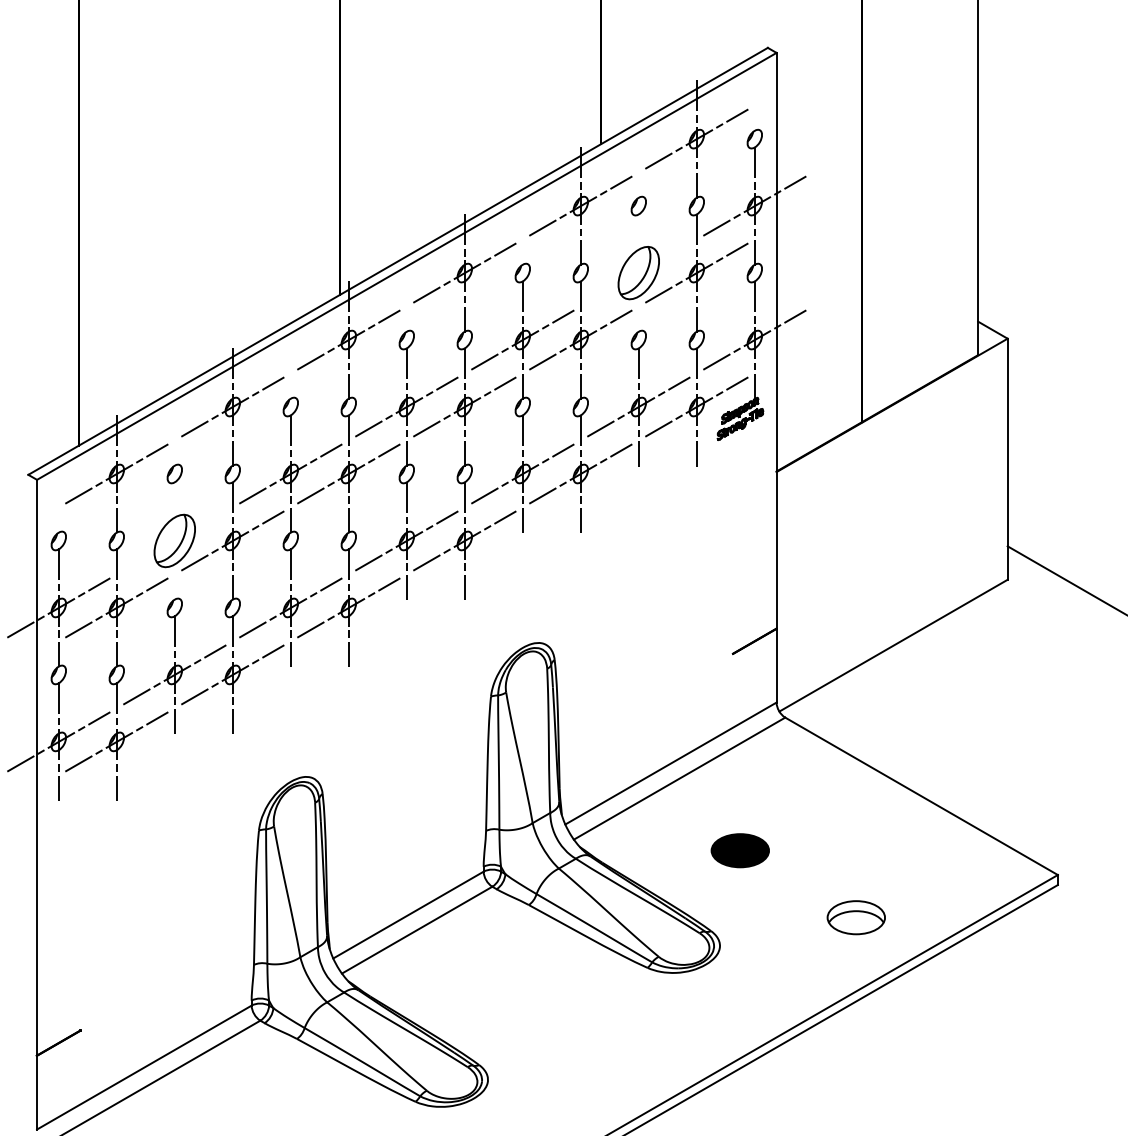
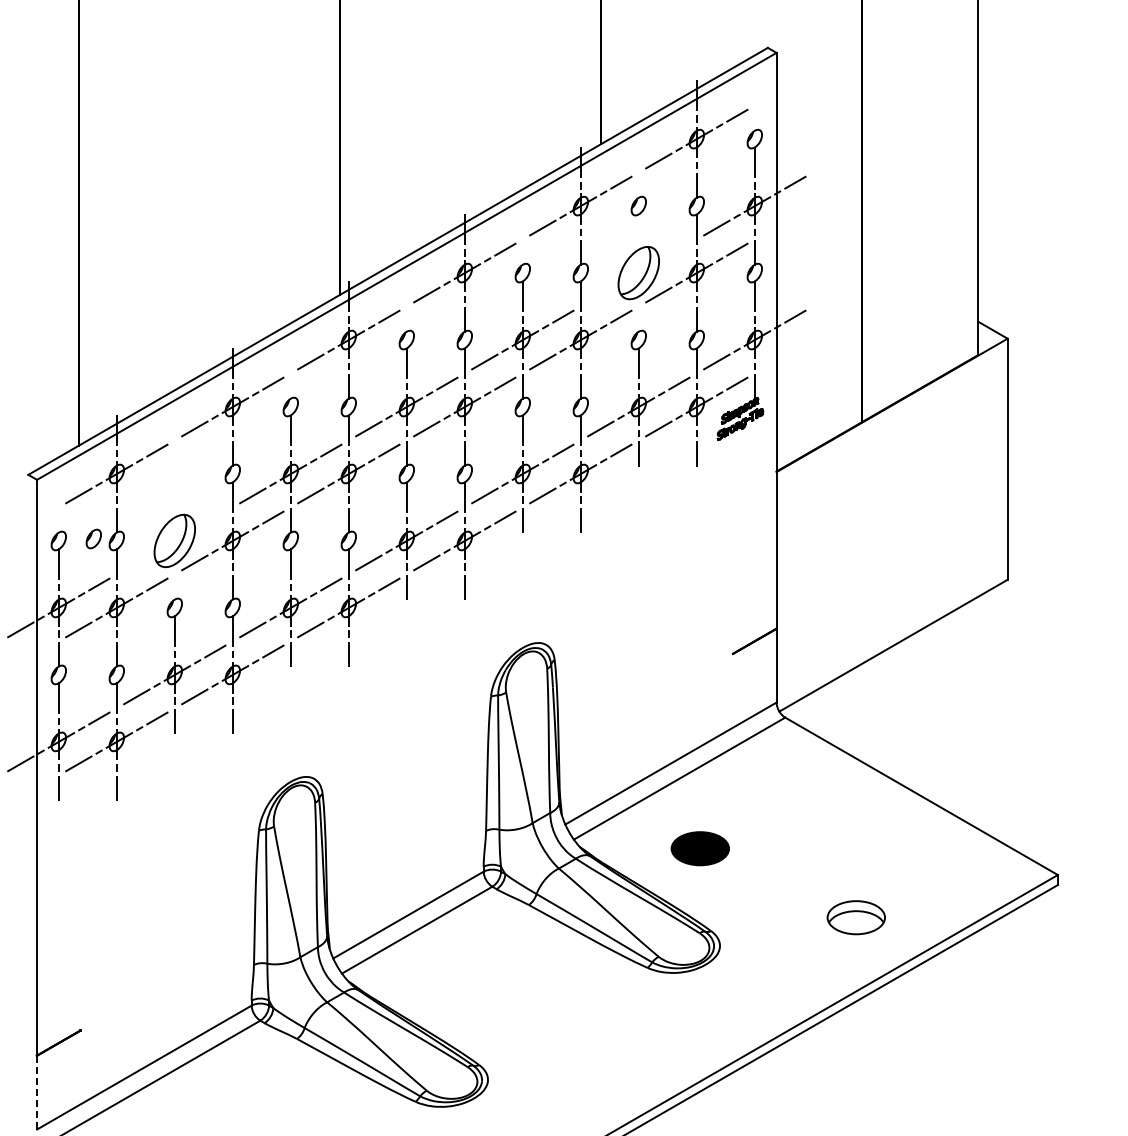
part at (174, 473) position: (174, 473) -> (93, 538)
line at (1065, 579): present -> none
part at (739, 850) position: (739, 850) -> (699, 848)
line at (37, 1092): solid -> dashed
